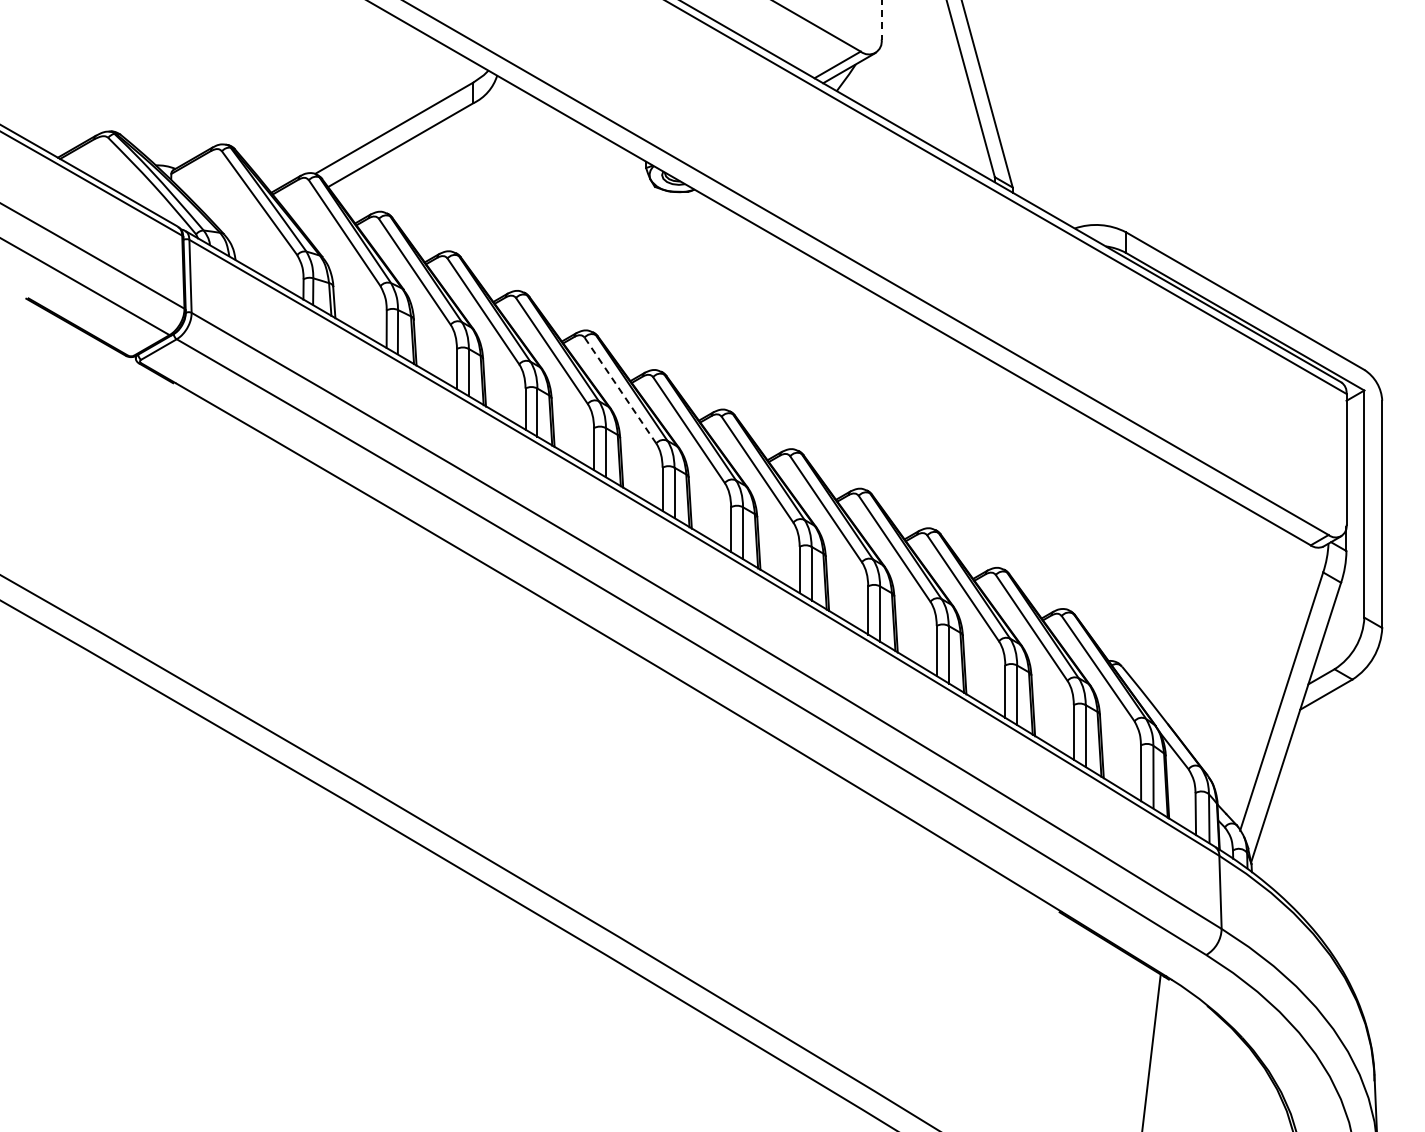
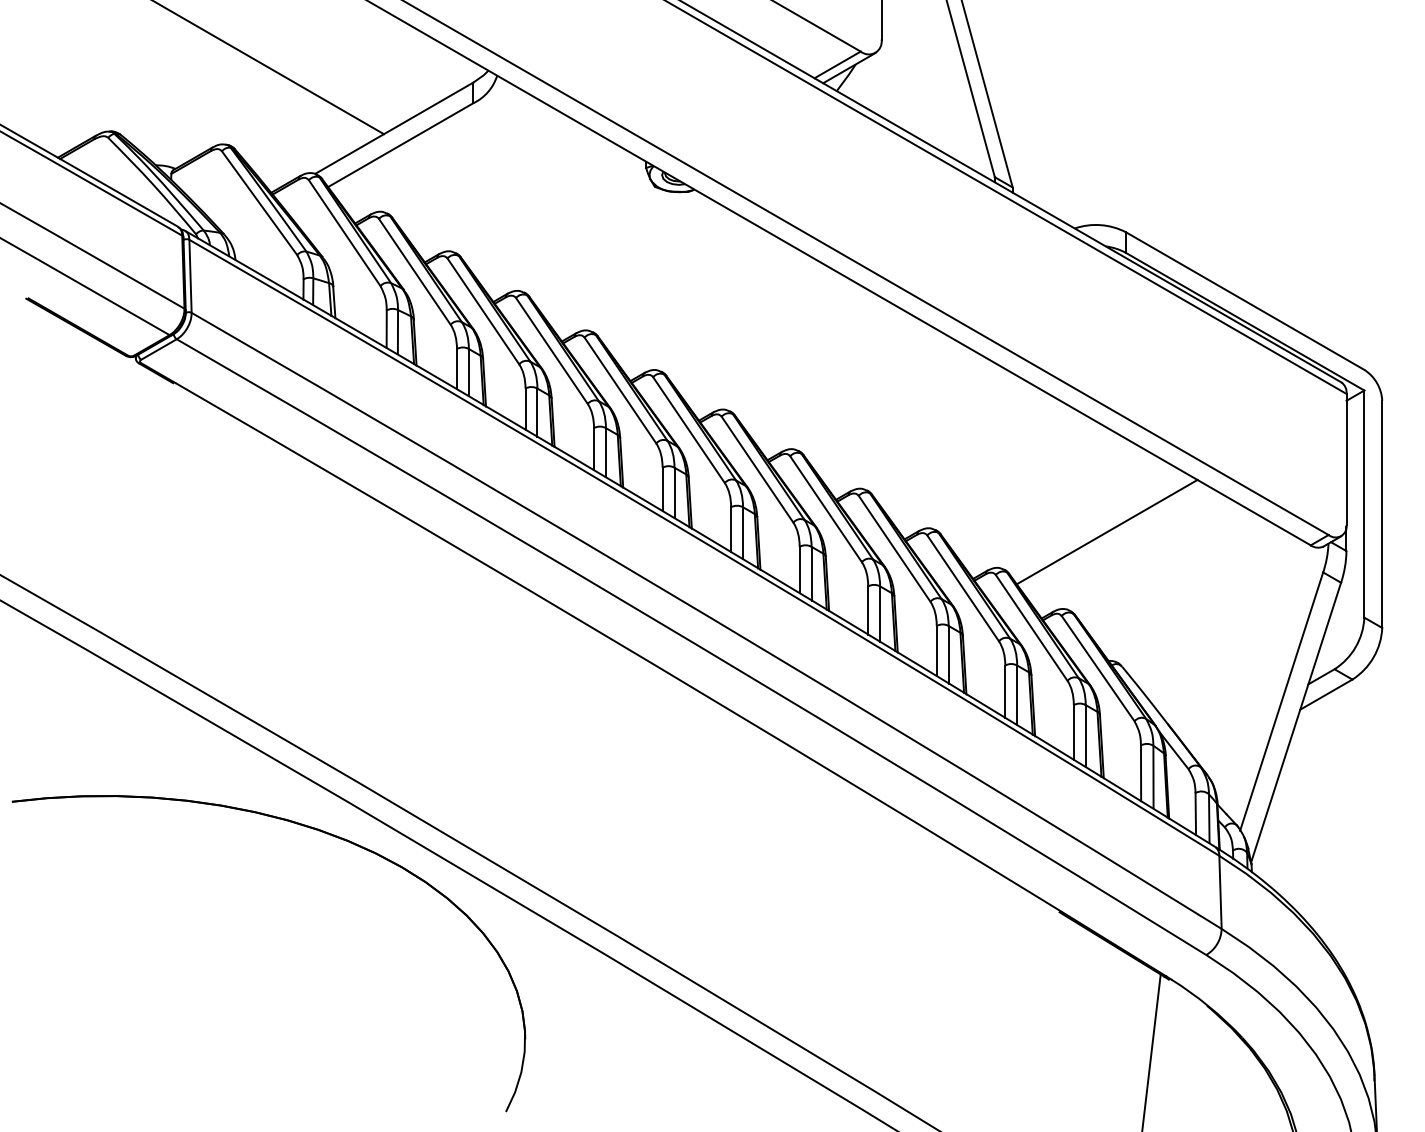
line at (881, 20): dashed -> solid
line at (269, 68): none -> present
line at (620, 390): dashed -> solid
line at (1106, 531): none -> present
part at (309, 828): none -> present
